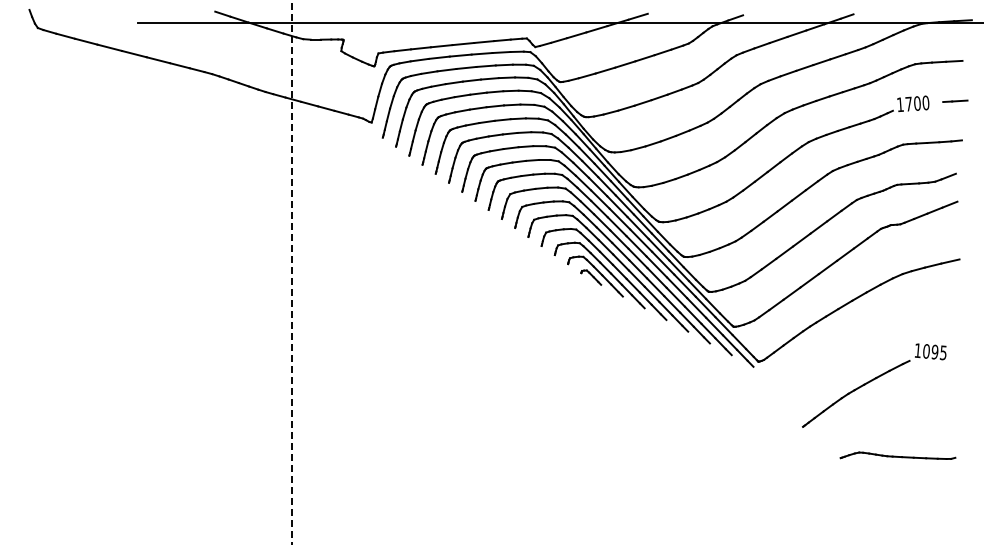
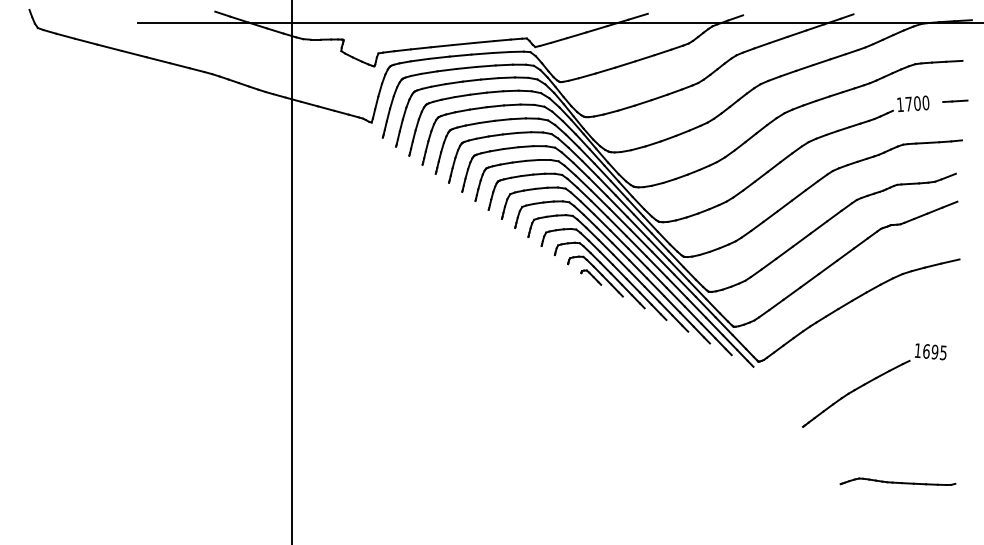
line at (292, 272): dashed -> solid
text at (926, 351): 1095 -> 1695
part at (897, 455) position: (897, 455) -> (897, 481)
